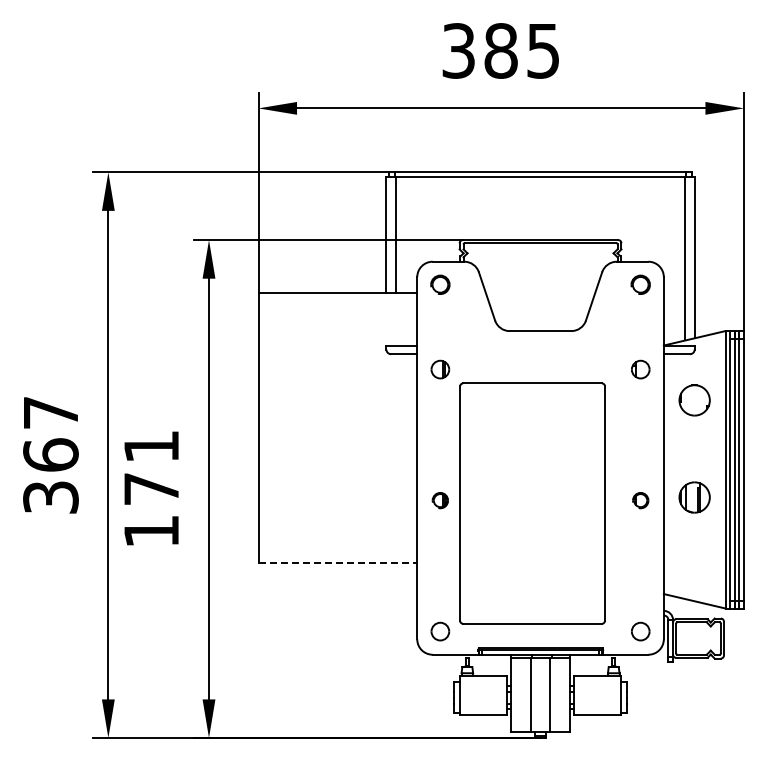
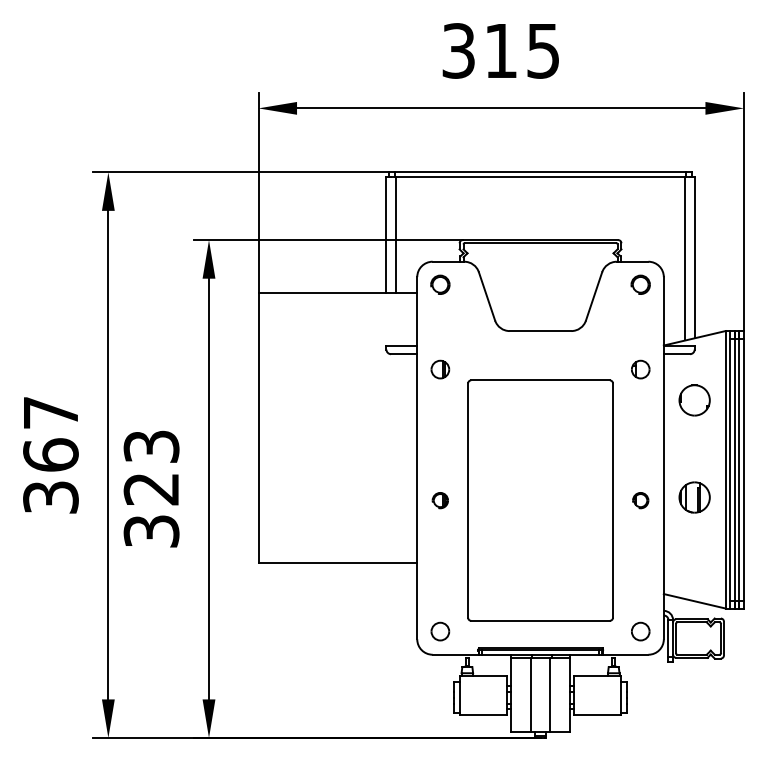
text at (500, 50): 385 -> 315
text at (151, 488): 171 -> 323
part at (532, 503) position: (532, 503) -> (540, 500)
line at (338, 563): dashed -> solid
